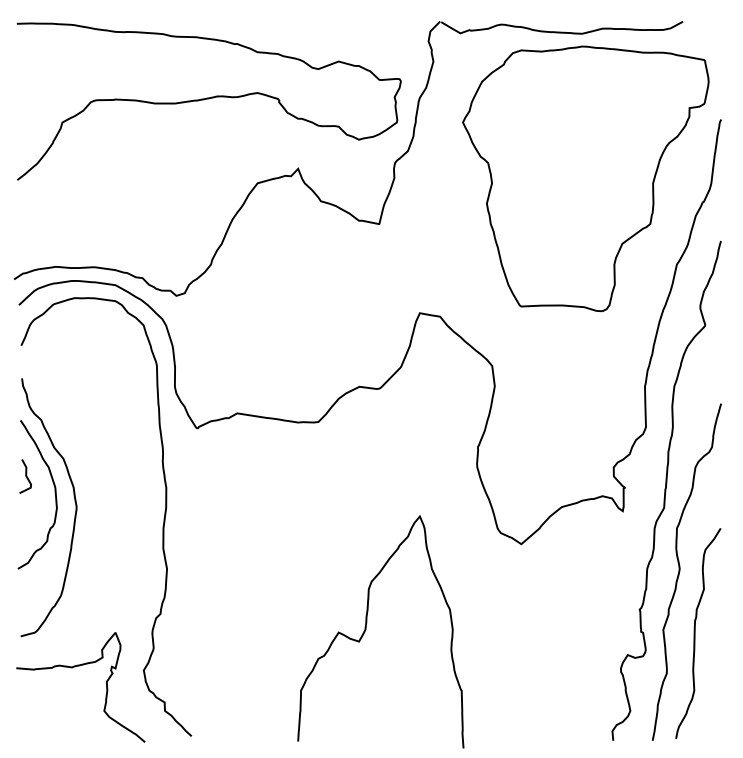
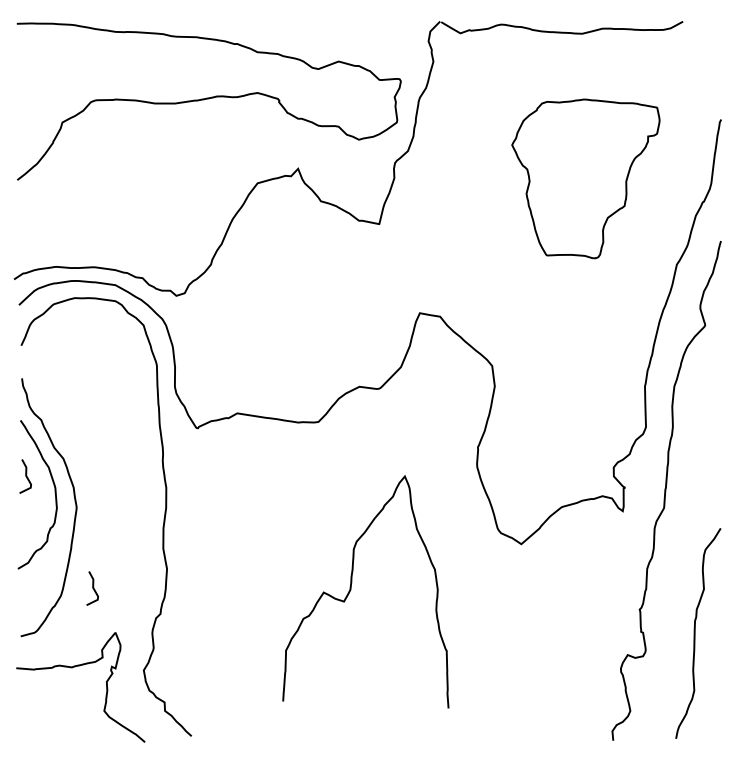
part at (585, 178) size: 248x268 px -> 150x162 px
curve at (680, 571): present -> none
curve at (92, 588): none -> present
curve at (366, 630) position: (366, 630) -> (351, 590)
